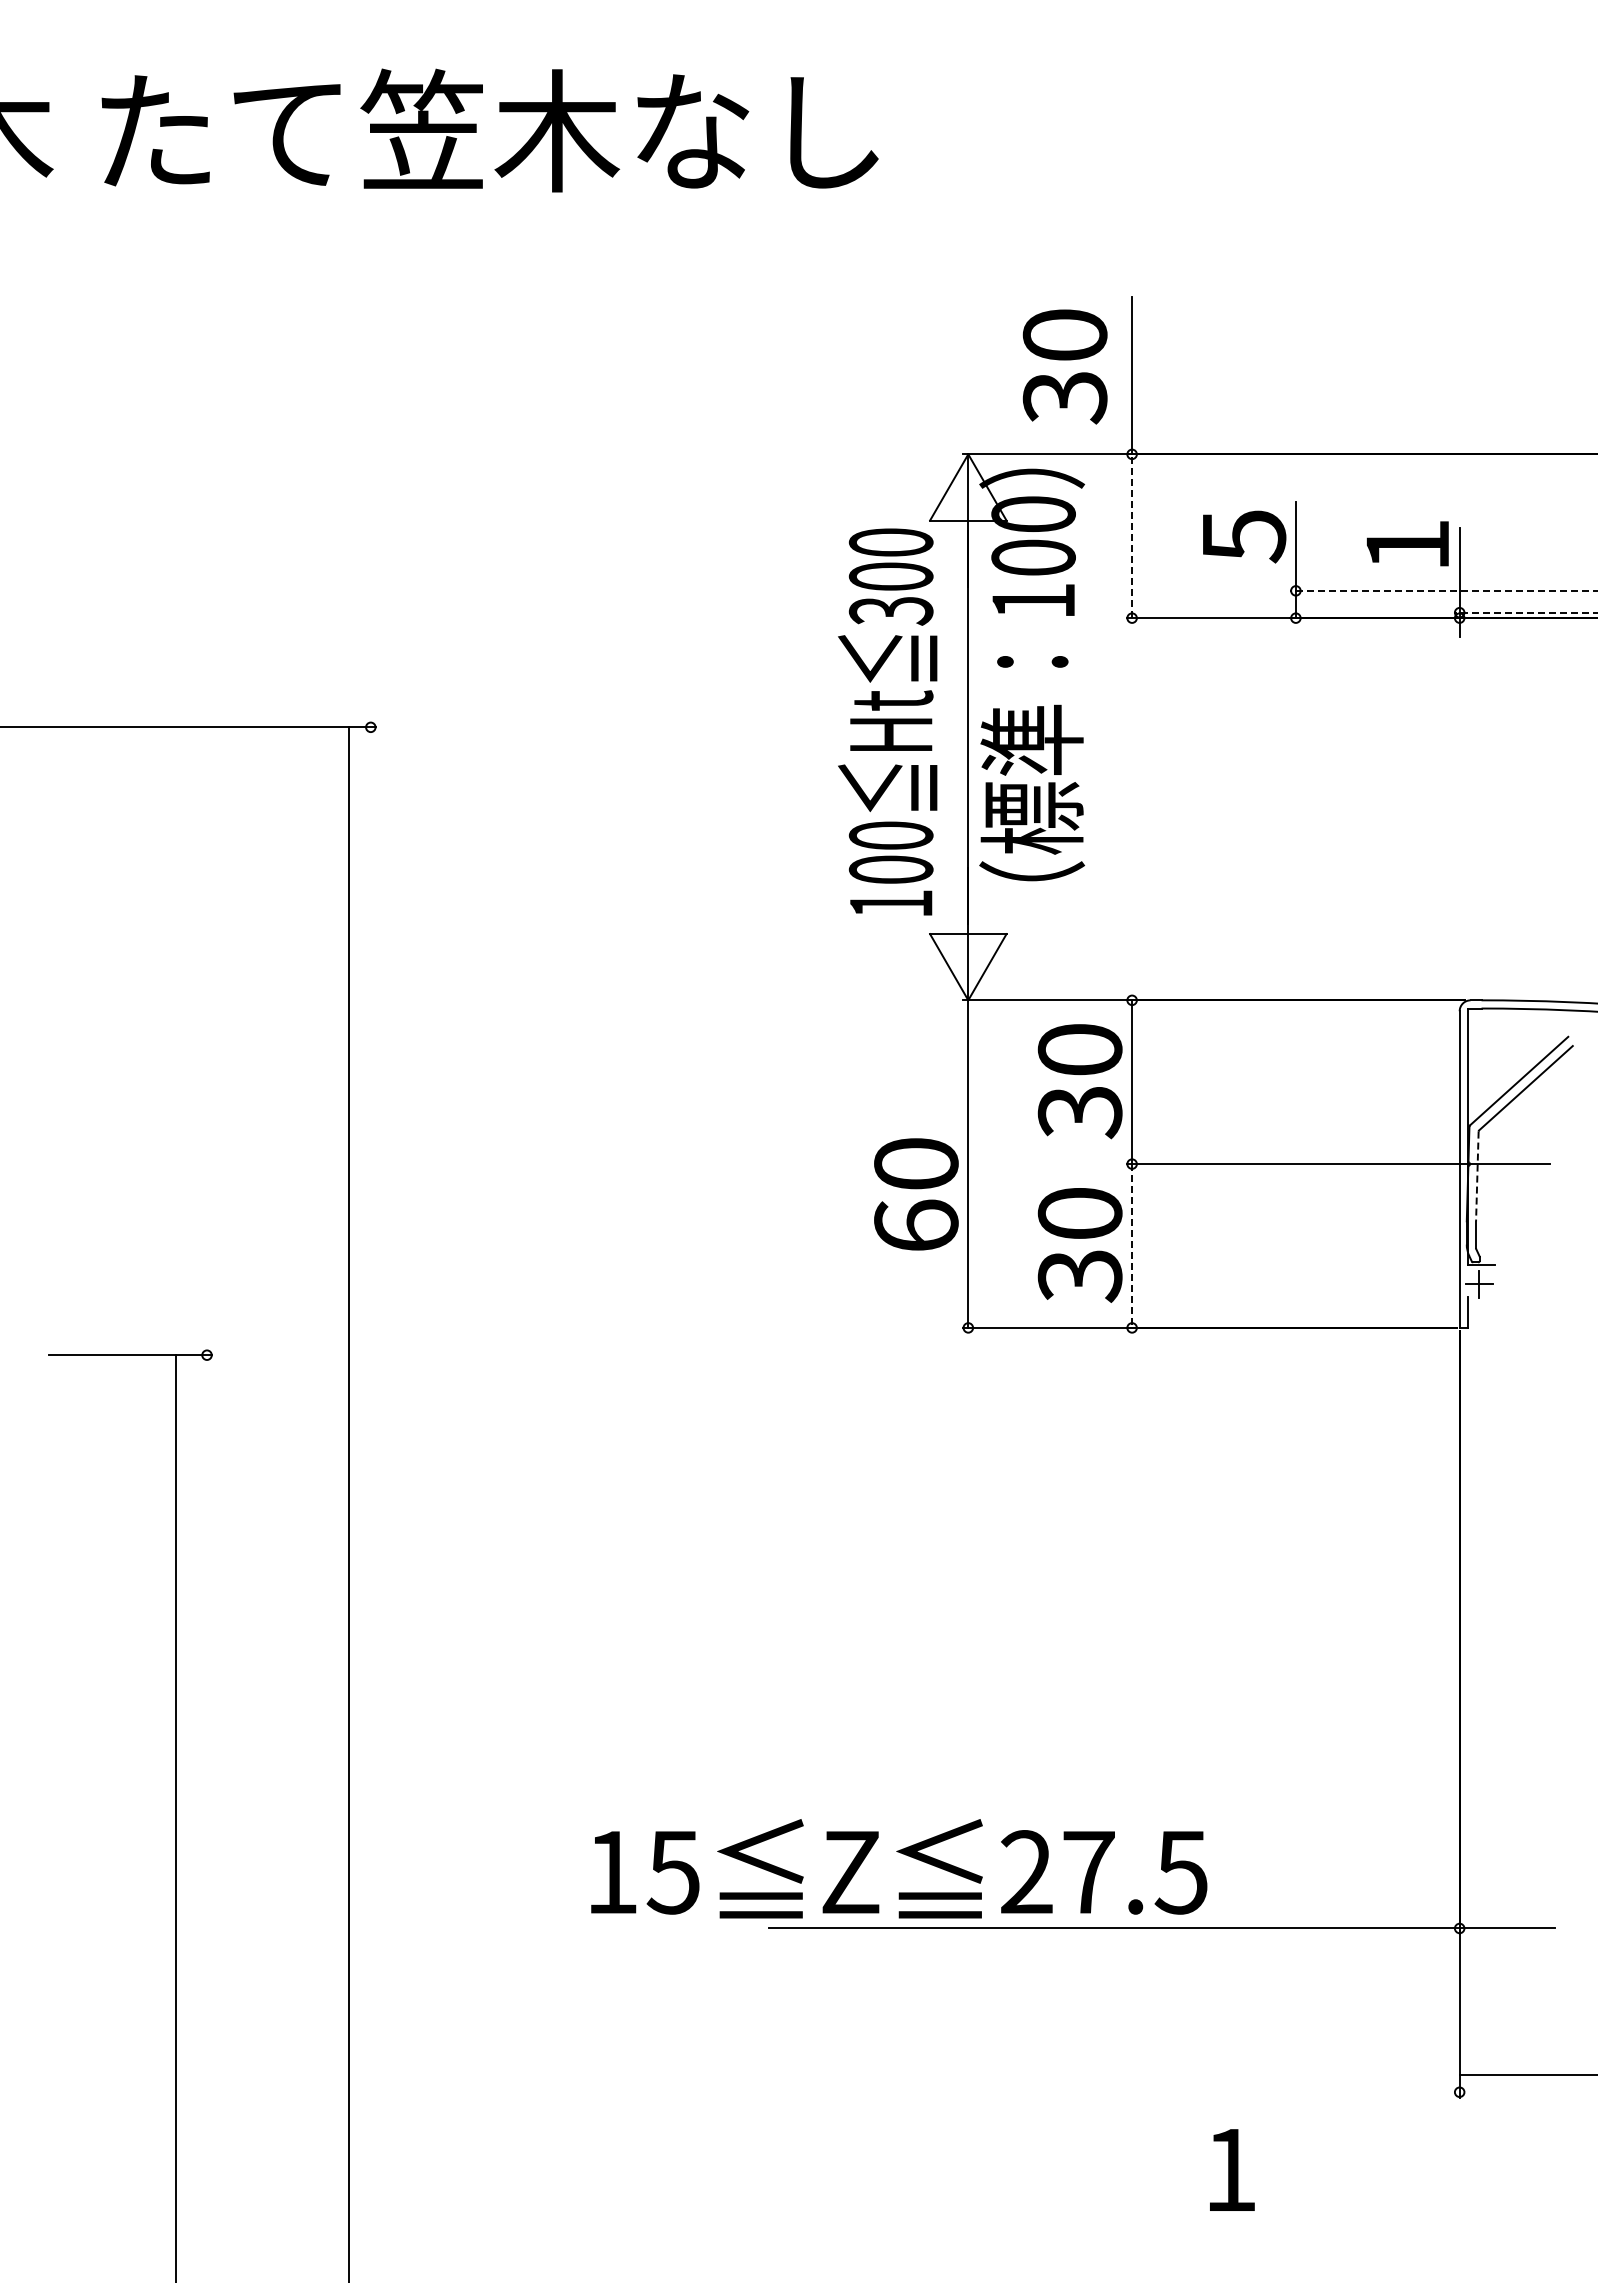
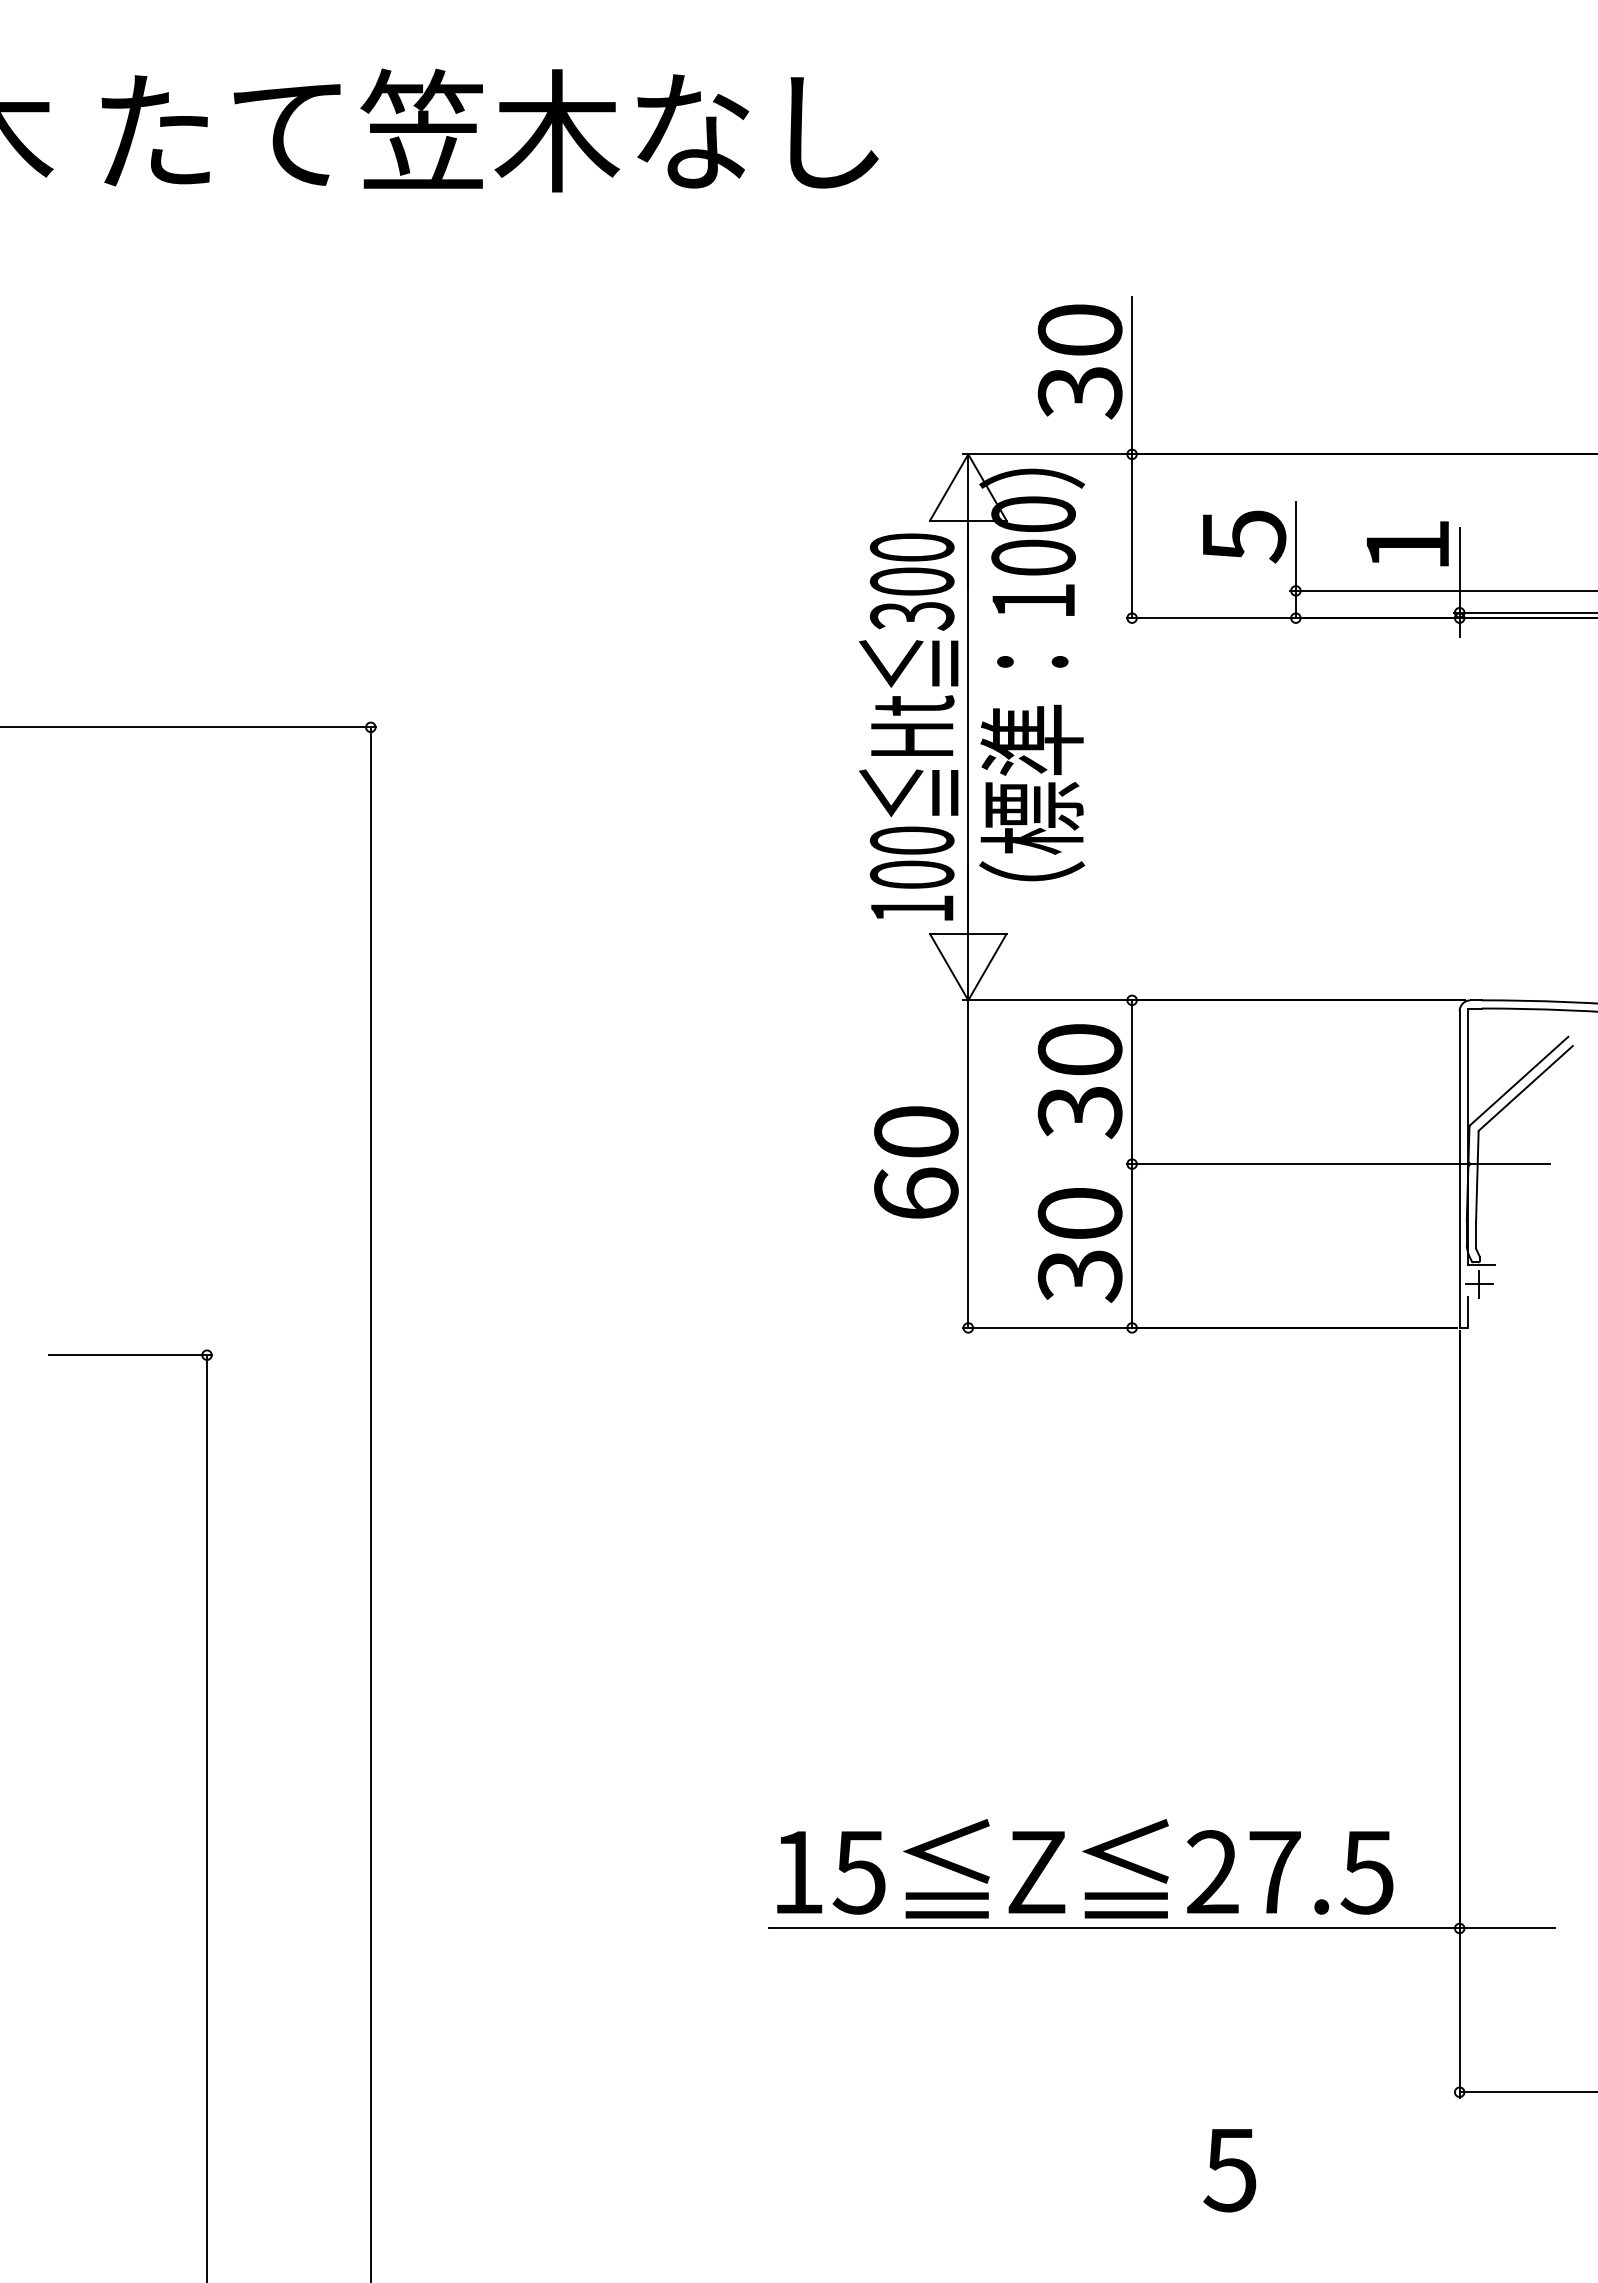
text at (1064, 366) position: (1064, 366) -> (1079, 361)
line at (1132, 536): dashed -> solid
line at (1443, 590): dashed -> solid
line at (1525, 612): dashed -> solid
text at (887, 721) position: (887, 721) -> (908, 726)
line at (1477, 1177): dashed -> solid
text at (916, 1194) position: (916, 1194) -> (916, 1162)
line at (1132, 1246): dashed -> solid
line at (348, 1503) position: (348, 1503) -> (370, 1503)
line at (176, 1817) position: (176, 1817) -> (207, 1817)
text at (899, 1868) position: (899, 1868) -> (1085, 1868)
line at (1526, 2075) position: (1526, 2075) -> (1526, 2092)
text at (1229, 2170): 1 -> 5
